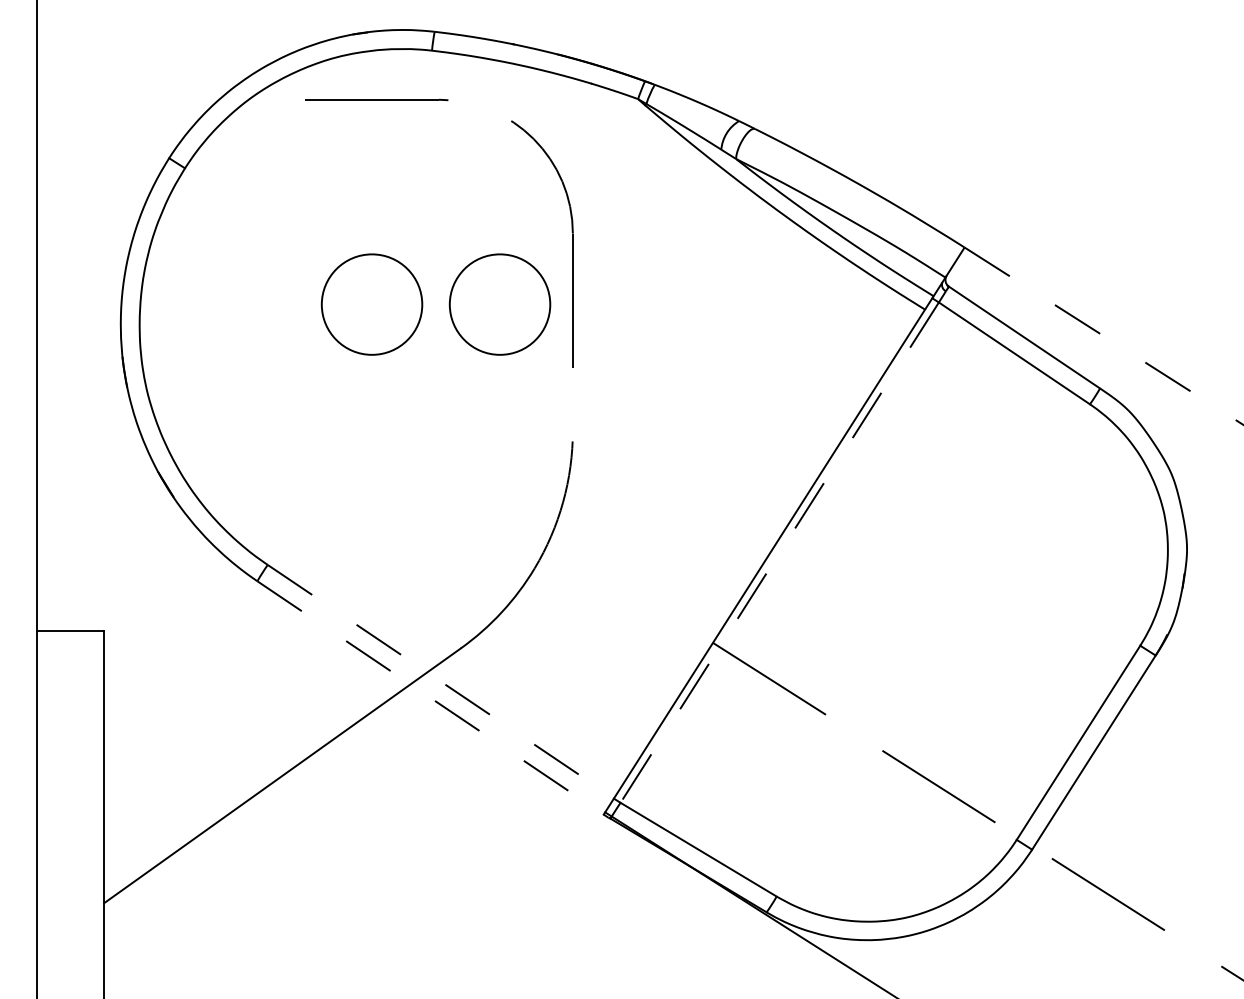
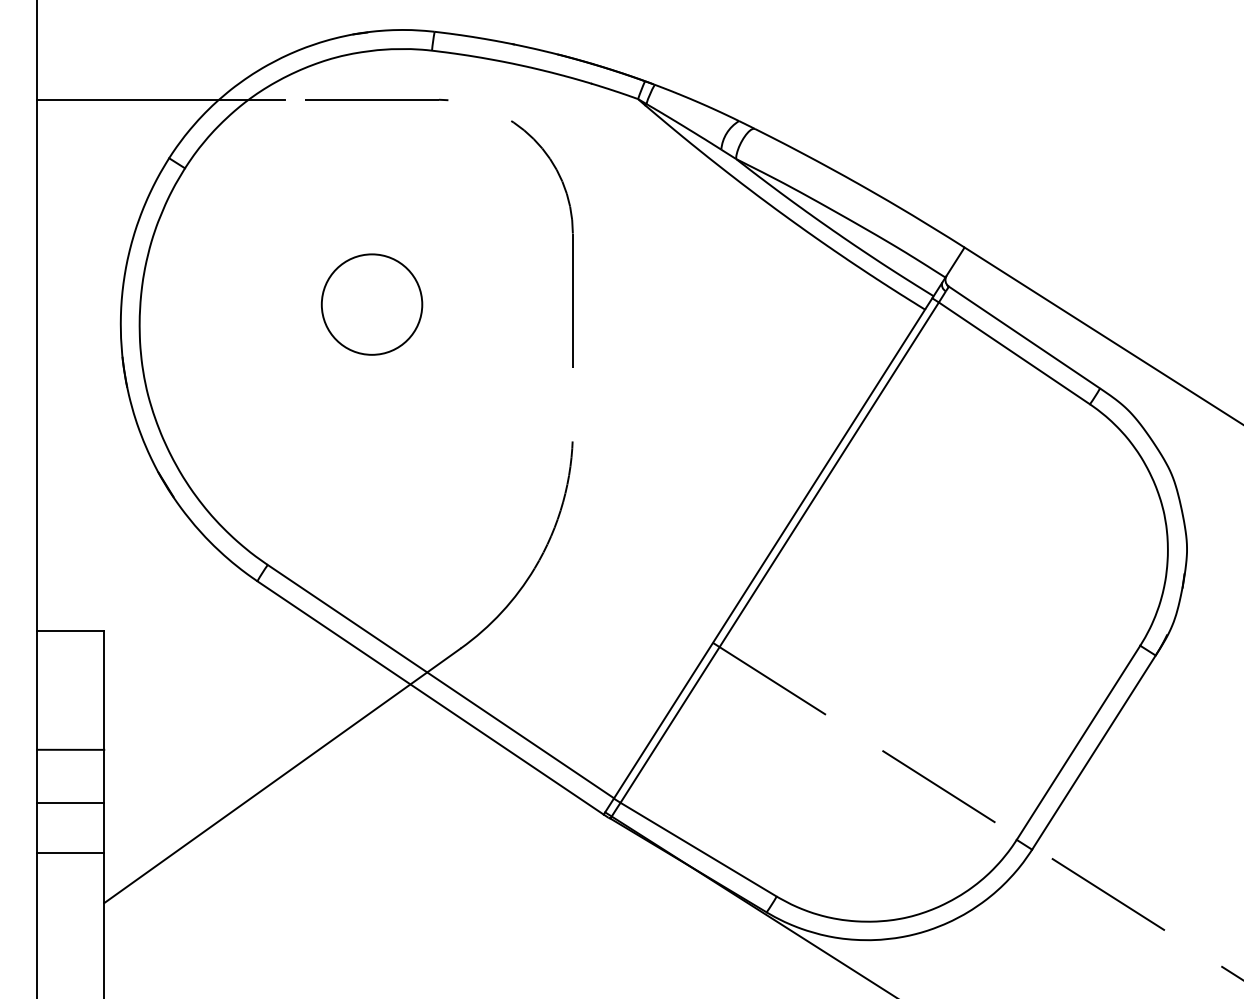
line at (160, 99): none -> present
circle at (499, 304): present -> none
line at (1104, 336): dashed -> solid
line at (779, 552): dashed -> solid
line at (440, 681): dashed -> solid
line at (430, 697): dashed -> solid
line at (70, 749): none -> present
line at (70, 802): none -> present
line at (70, 853): none -> present
